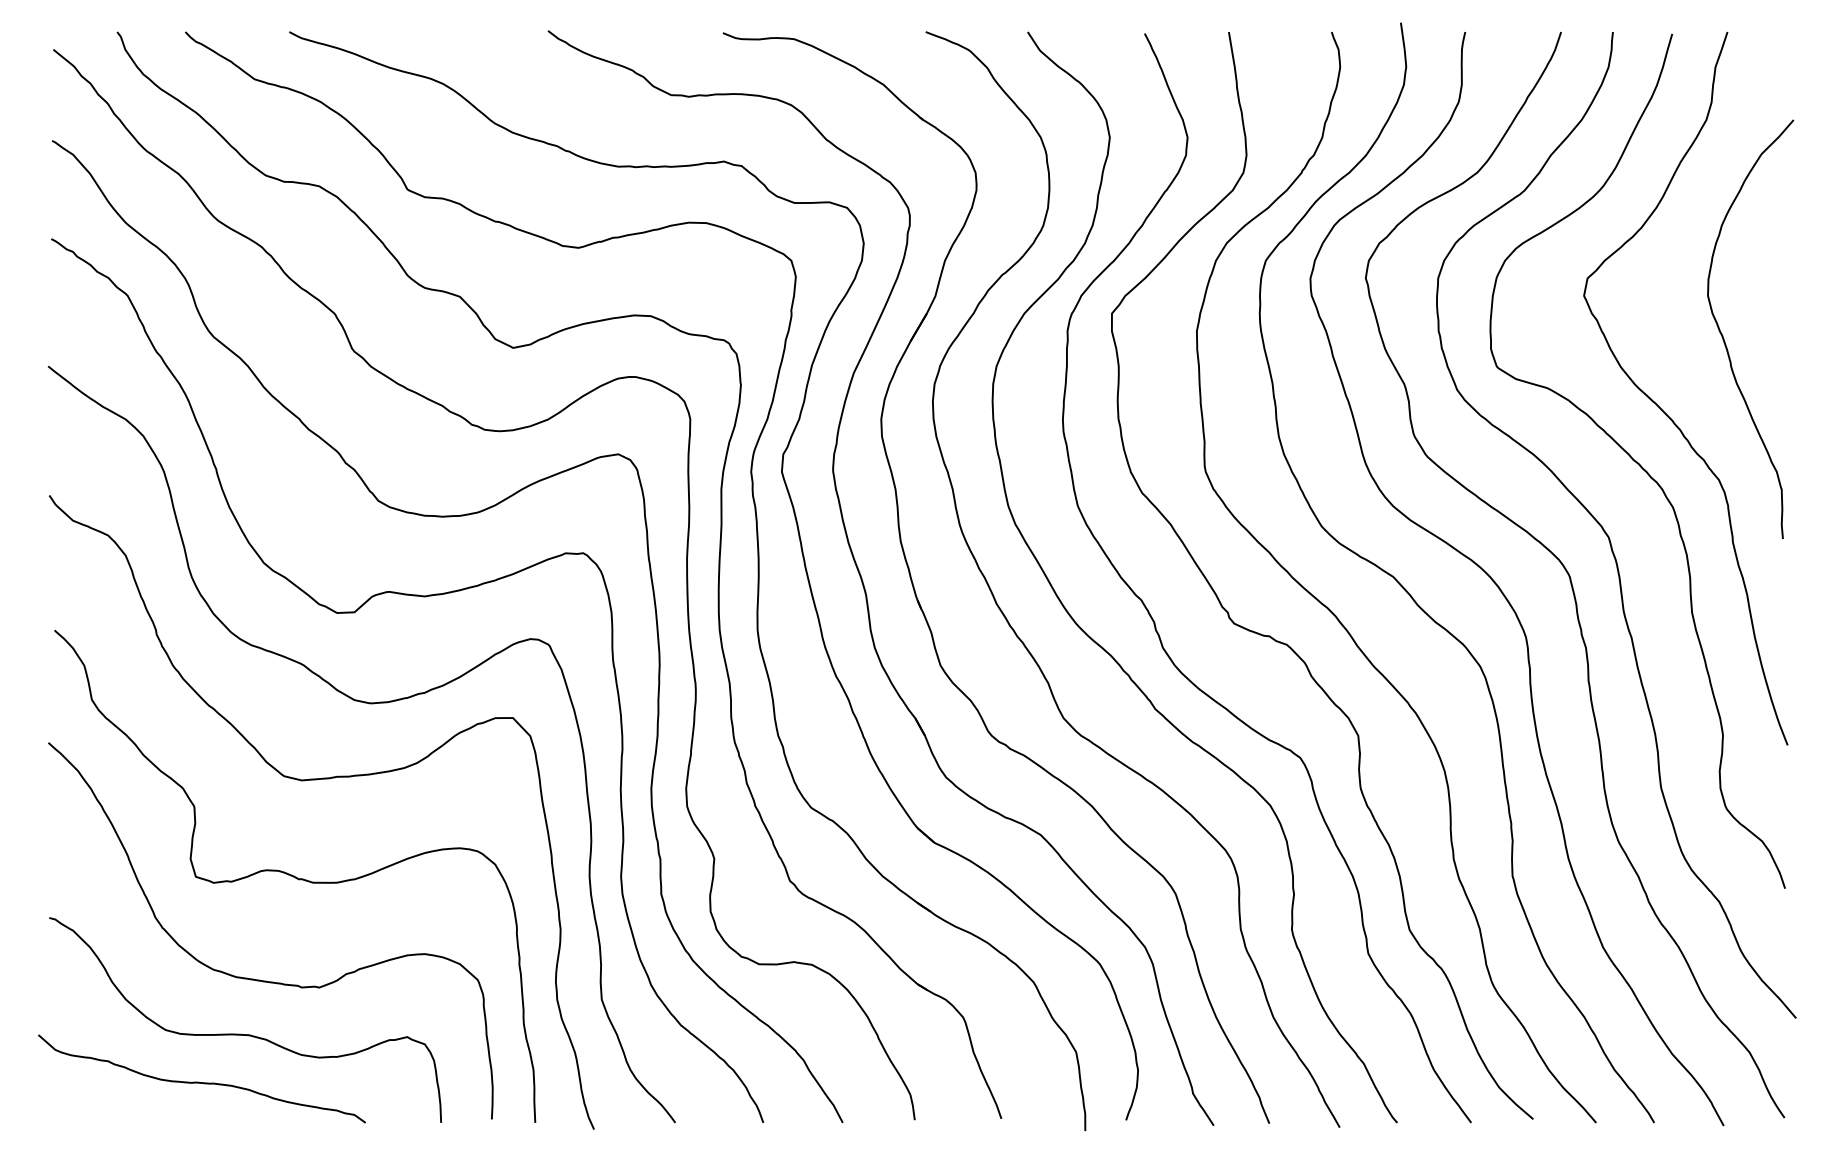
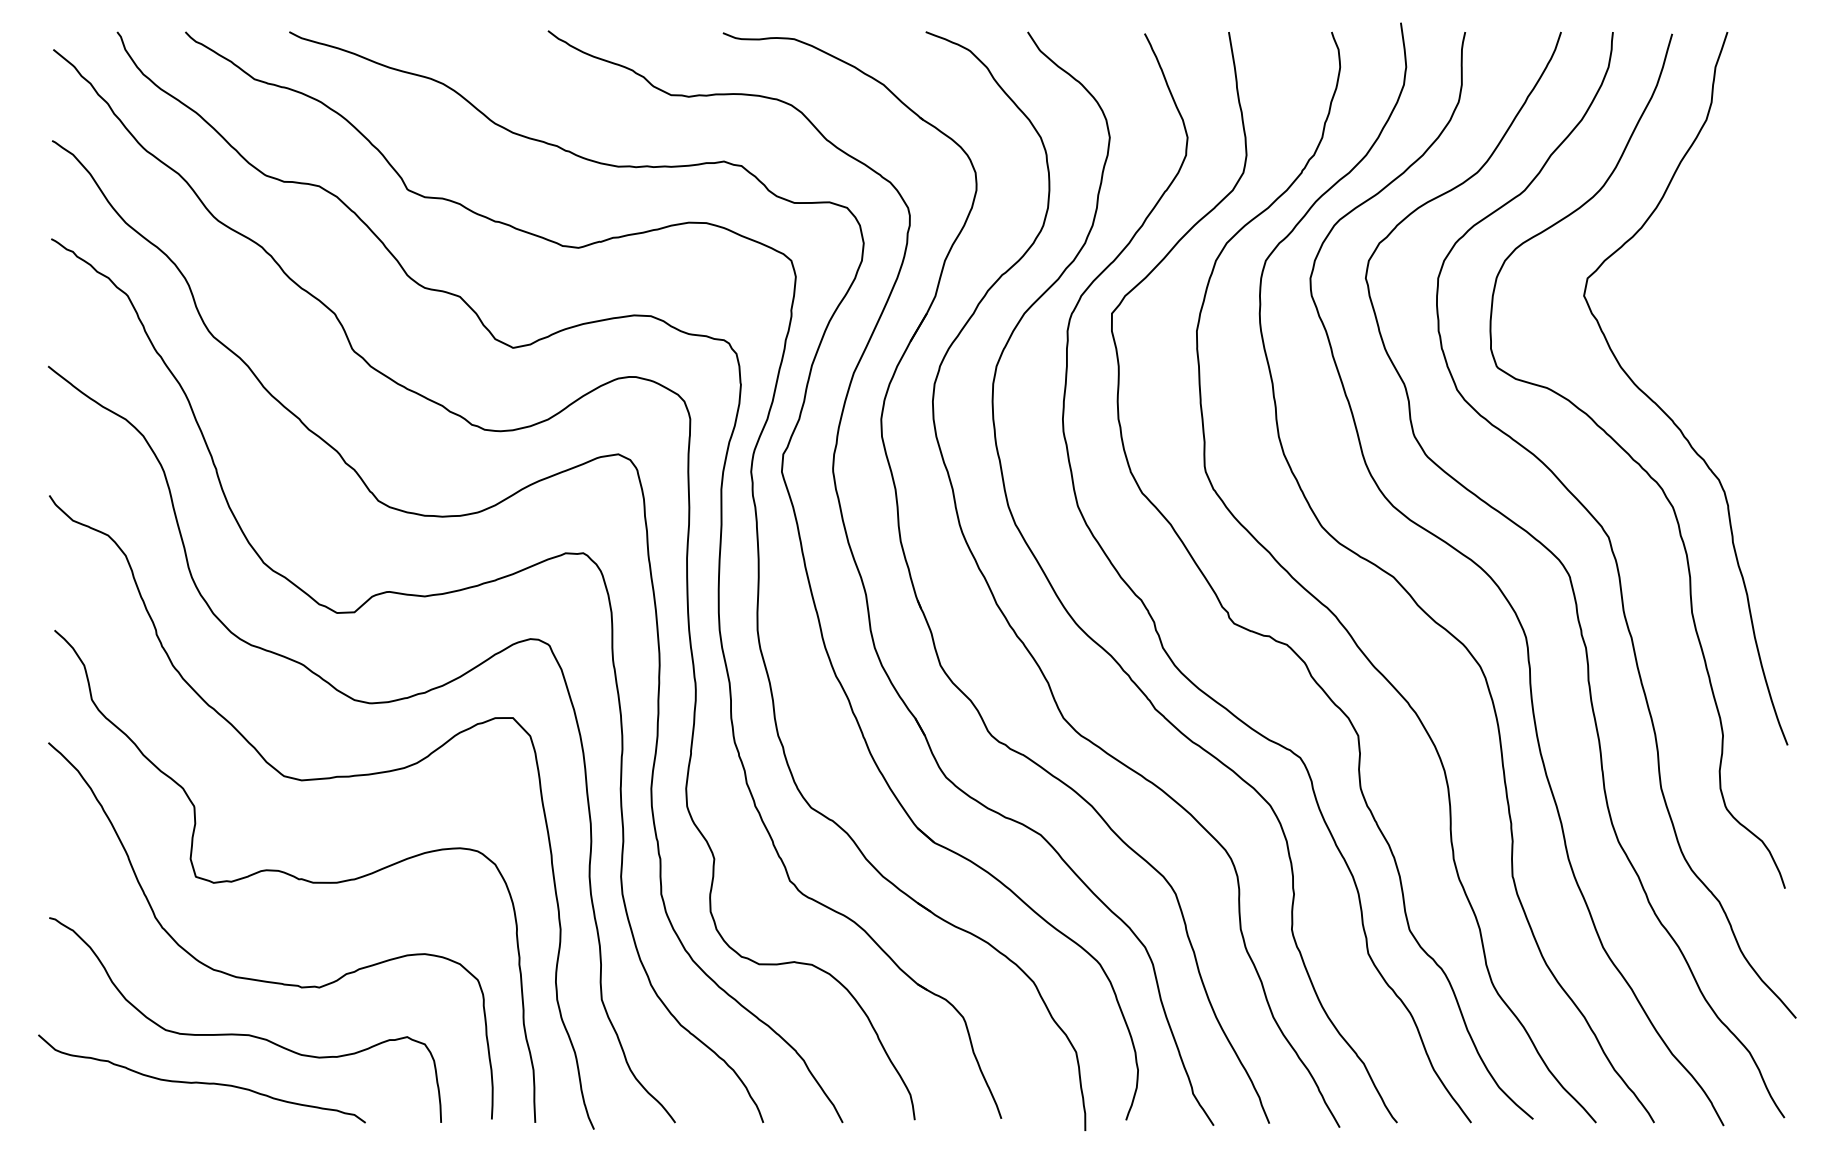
curve at (1724, 338): present -> none
